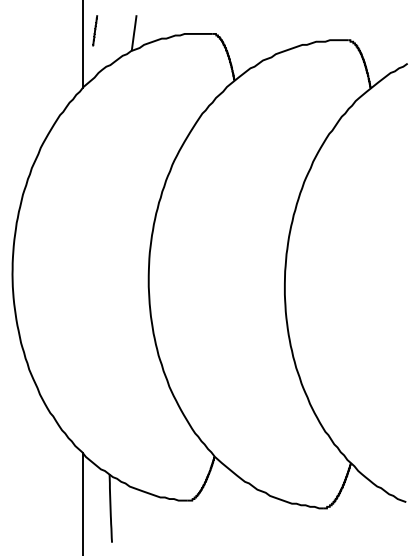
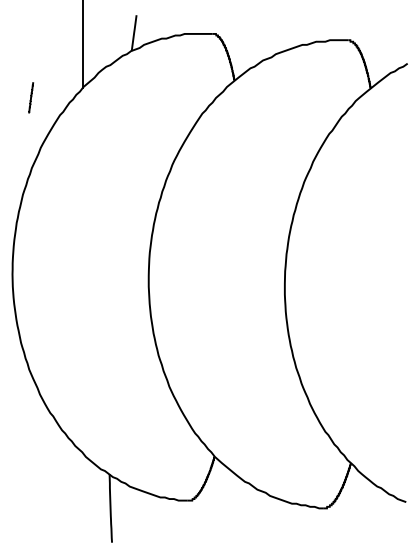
line at (95, 30) position: (95, 30) -> (31, 97)
line at (83, 502): present -> none
